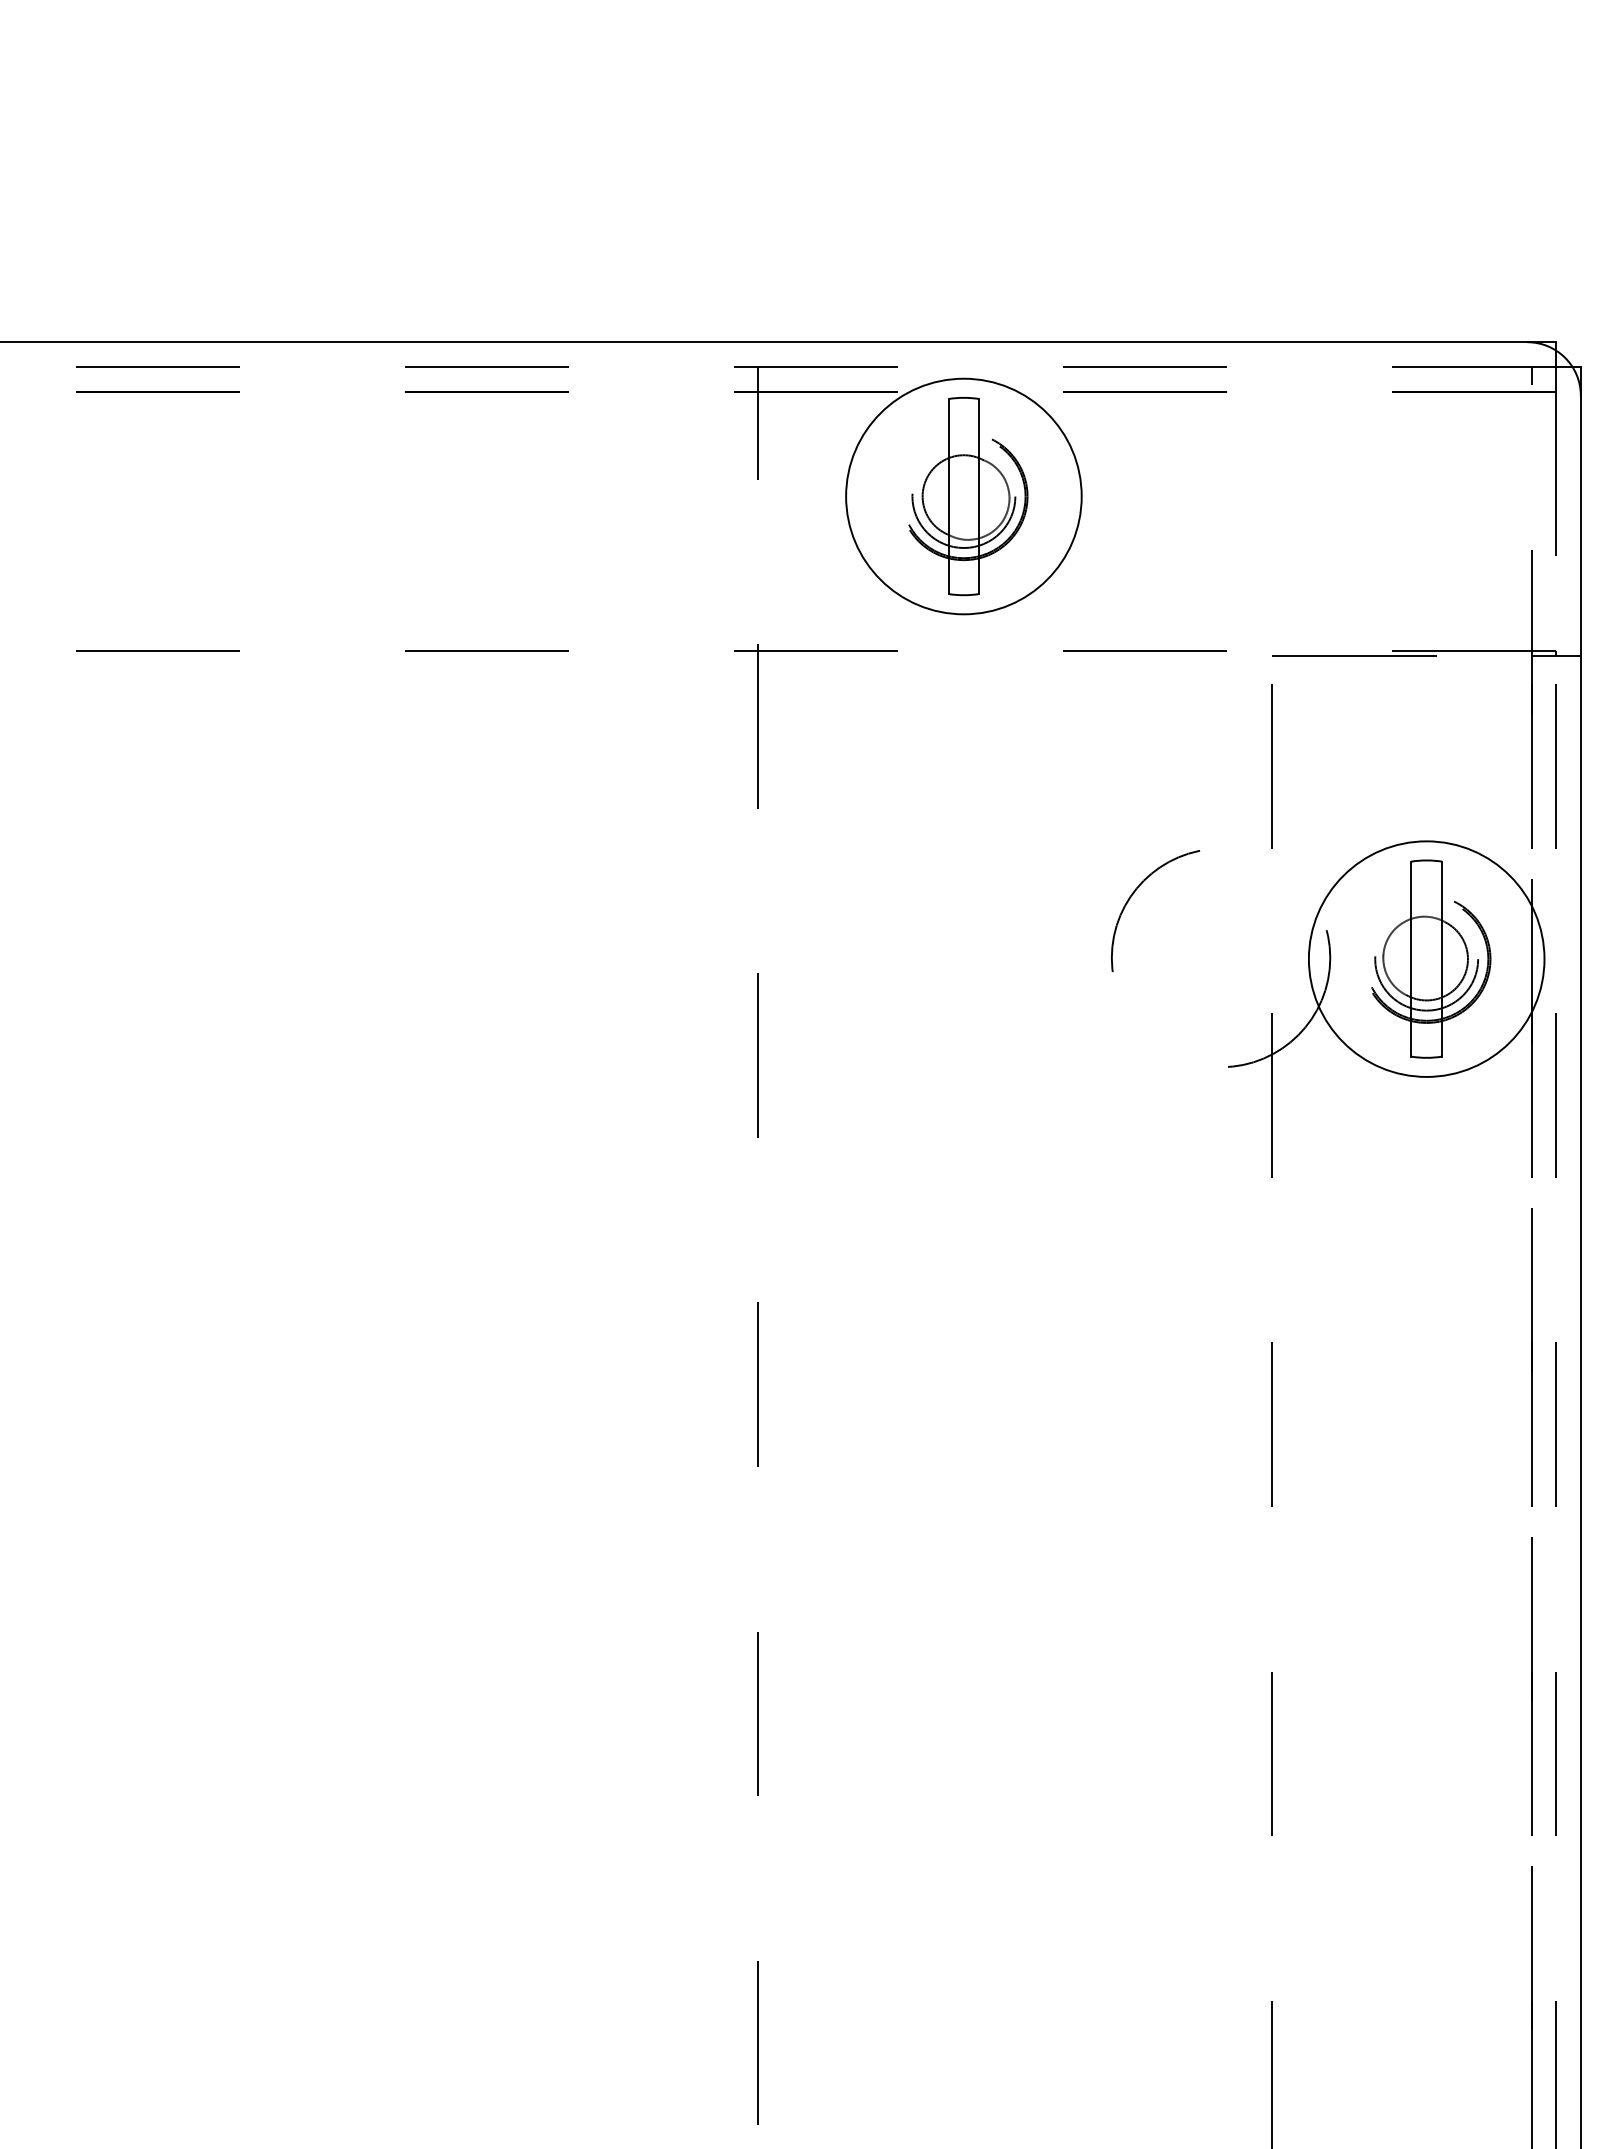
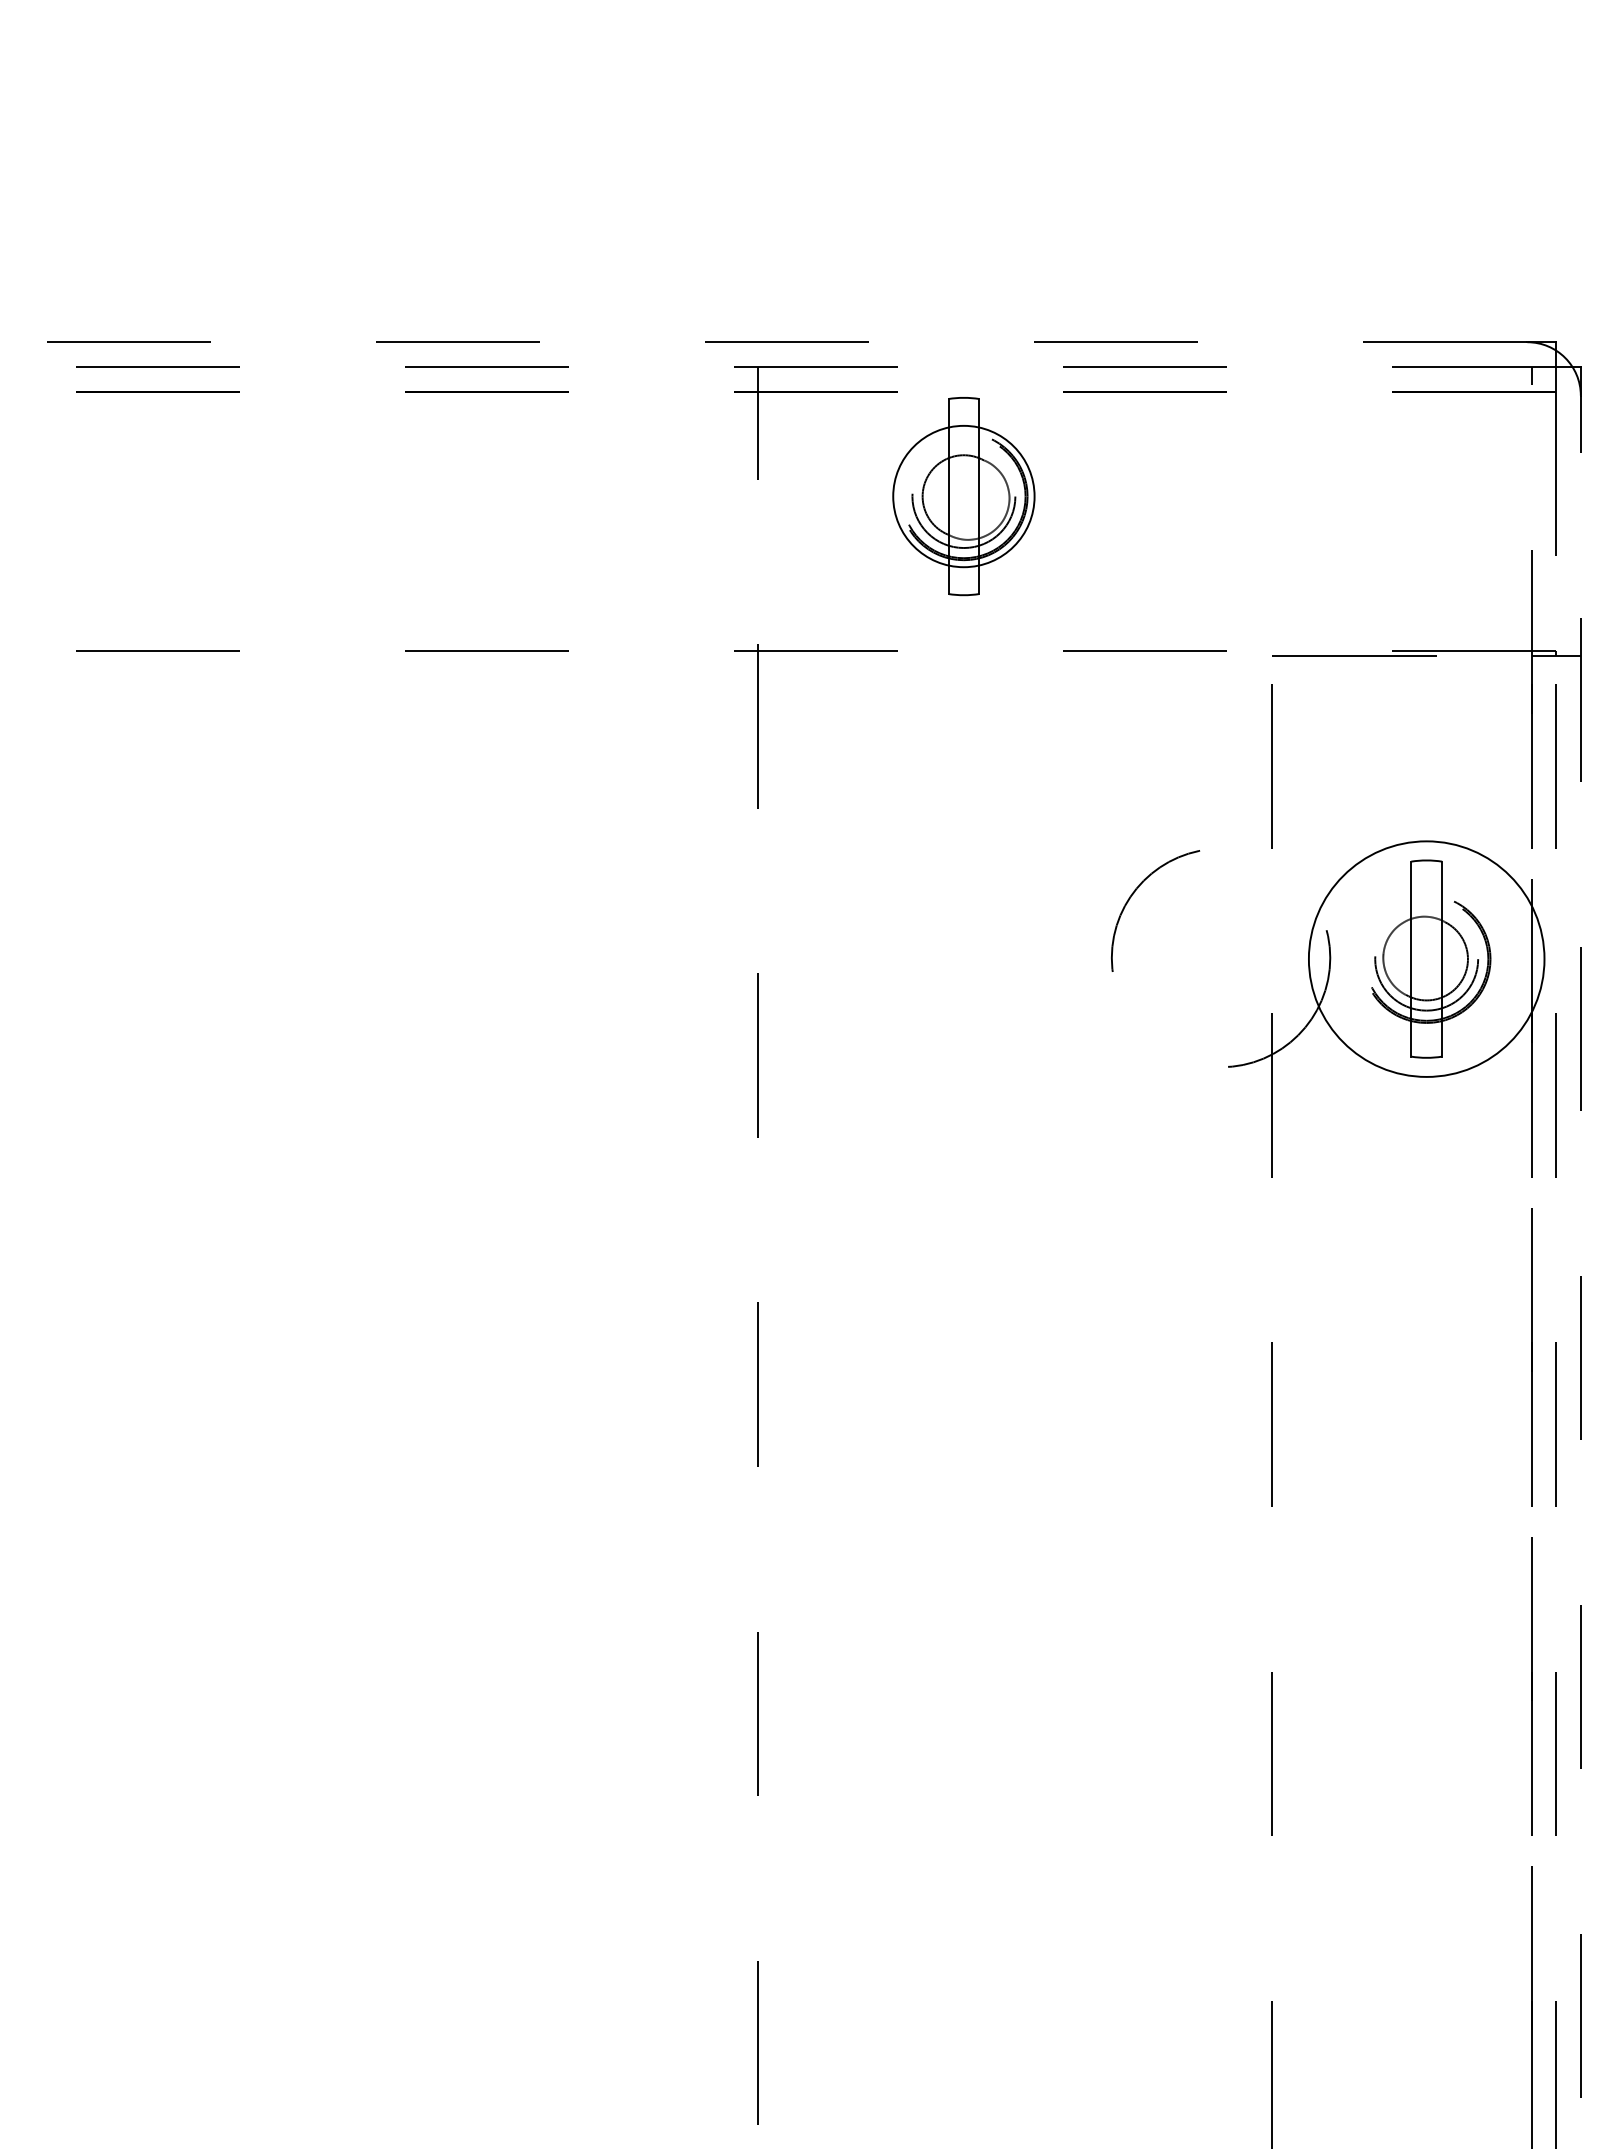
line at (763, 342): solid -> dashed
circle at (963, 496) diameter: 236 px -> 141 px
line at (1580, 1271): solid -> dashed
